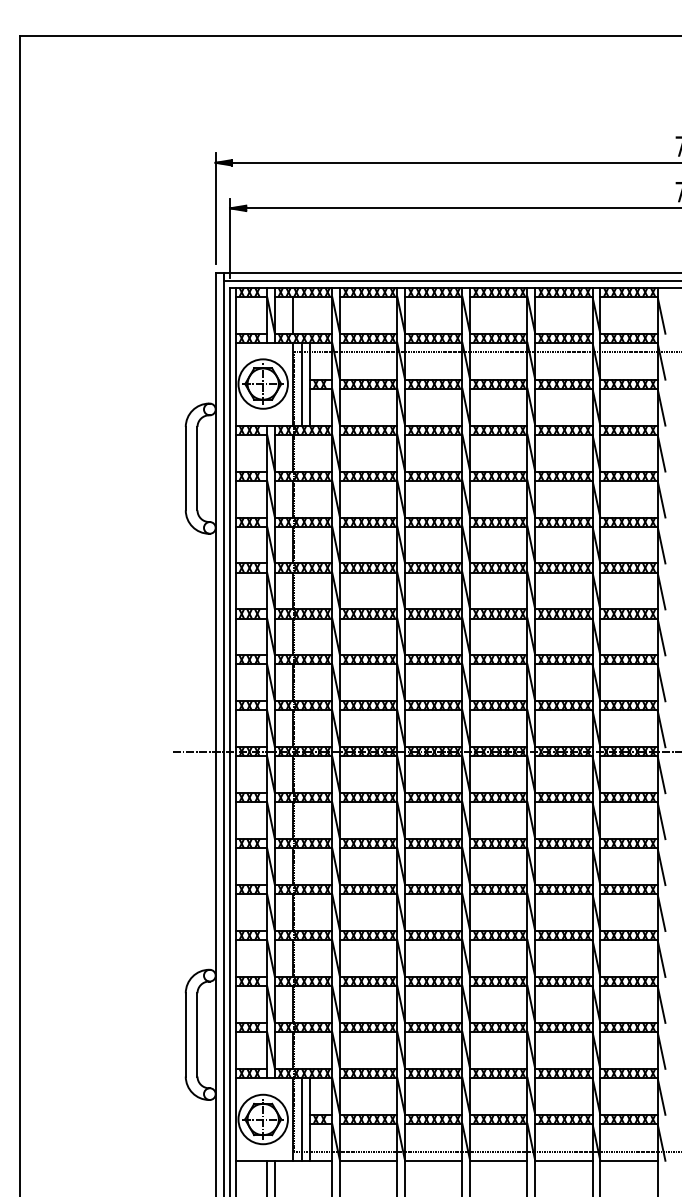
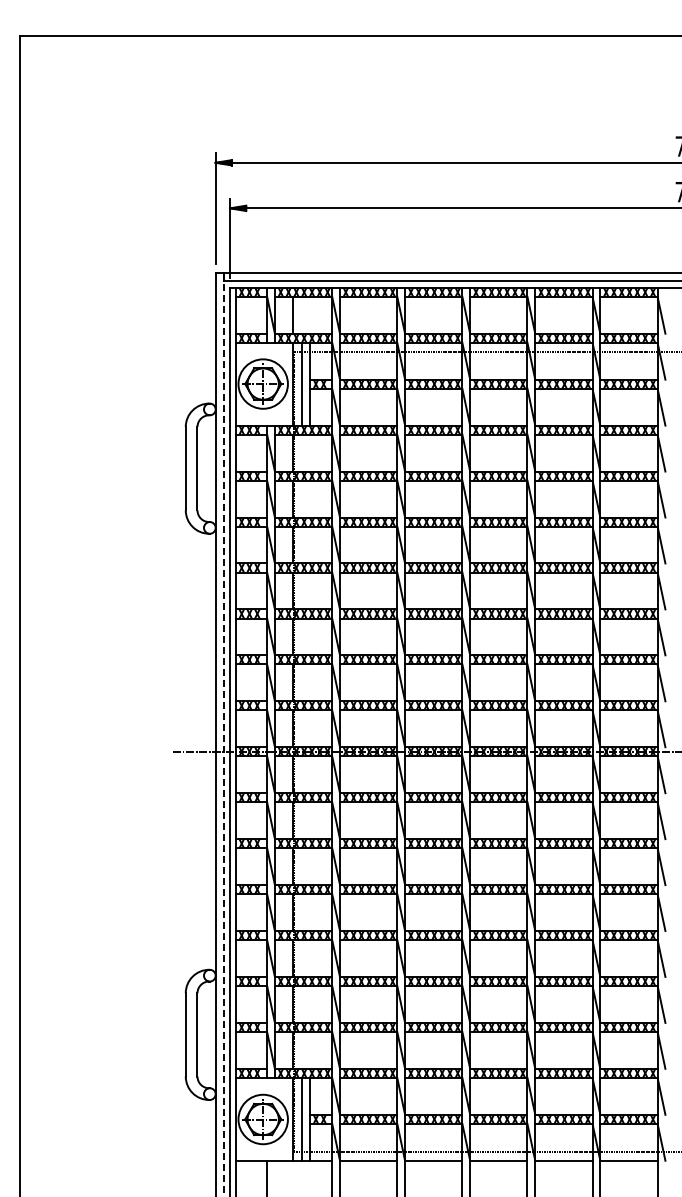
line at (223, 735): solid -> dashed
line at (274, 1176): present -> none
